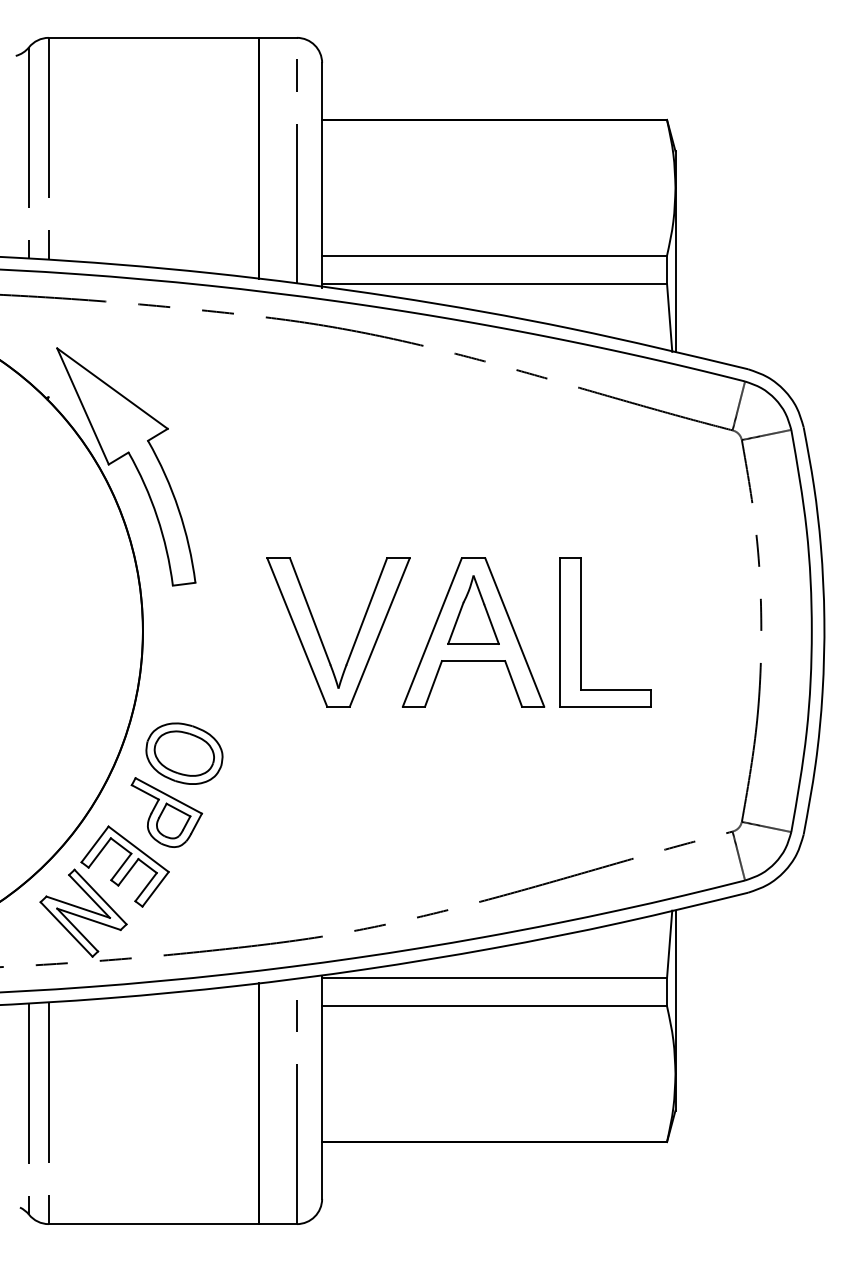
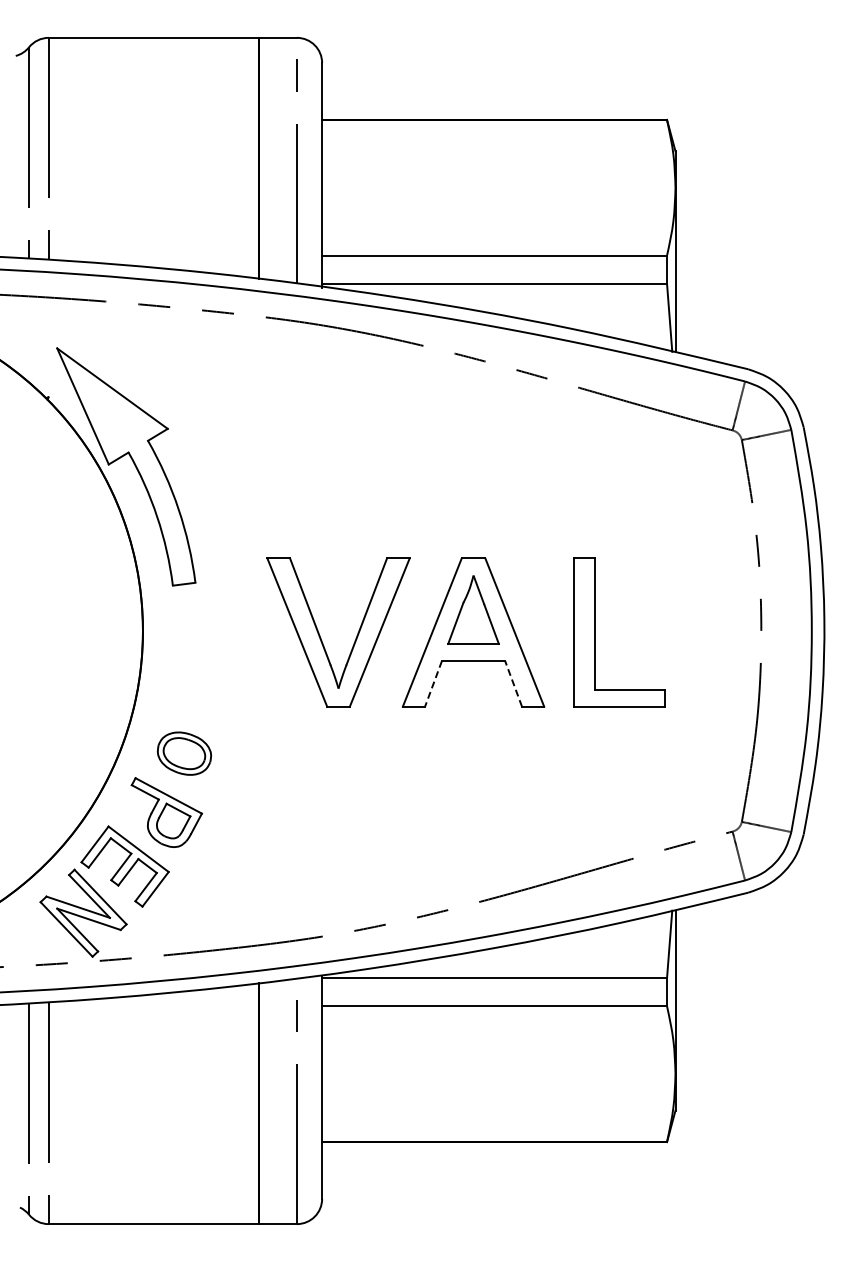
part at (581, 632) position: (581, 632) -> (595, 632)
line at (513, 683): solid -> dashed
line at (433, 684): solid -> dashed
part at (184, 753) size: 79x63 px -> 56x45 px
